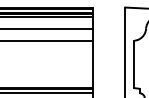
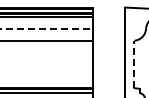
line at (47, 28): solid -> dashed
line at (134, 64): solid -> dashed
